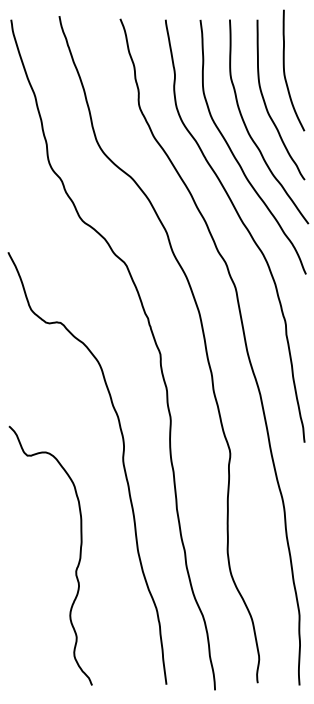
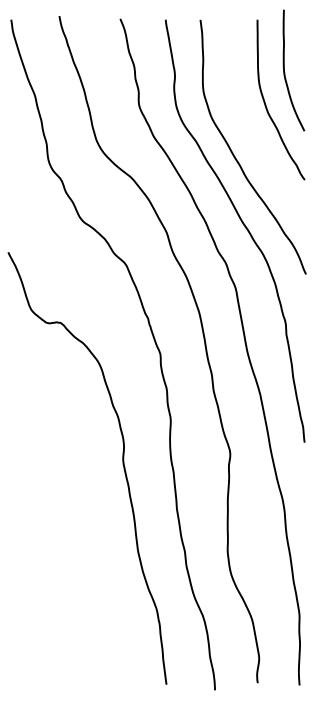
curve at (247, 127): present -> none
curve at (78, 560): present -> none
